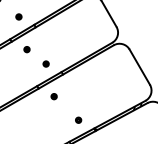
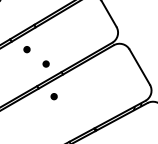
part at (18, 16): present -> none
part at (78, 119): present -> none
